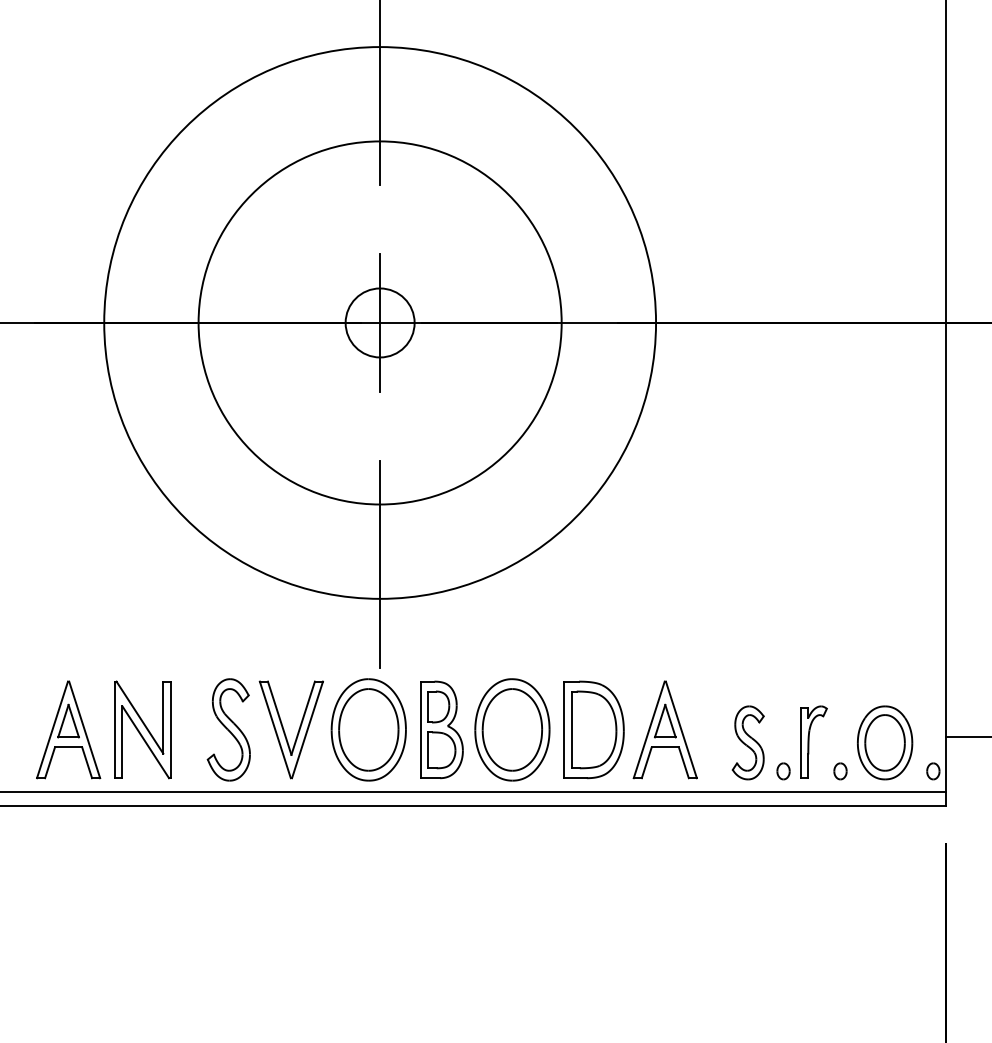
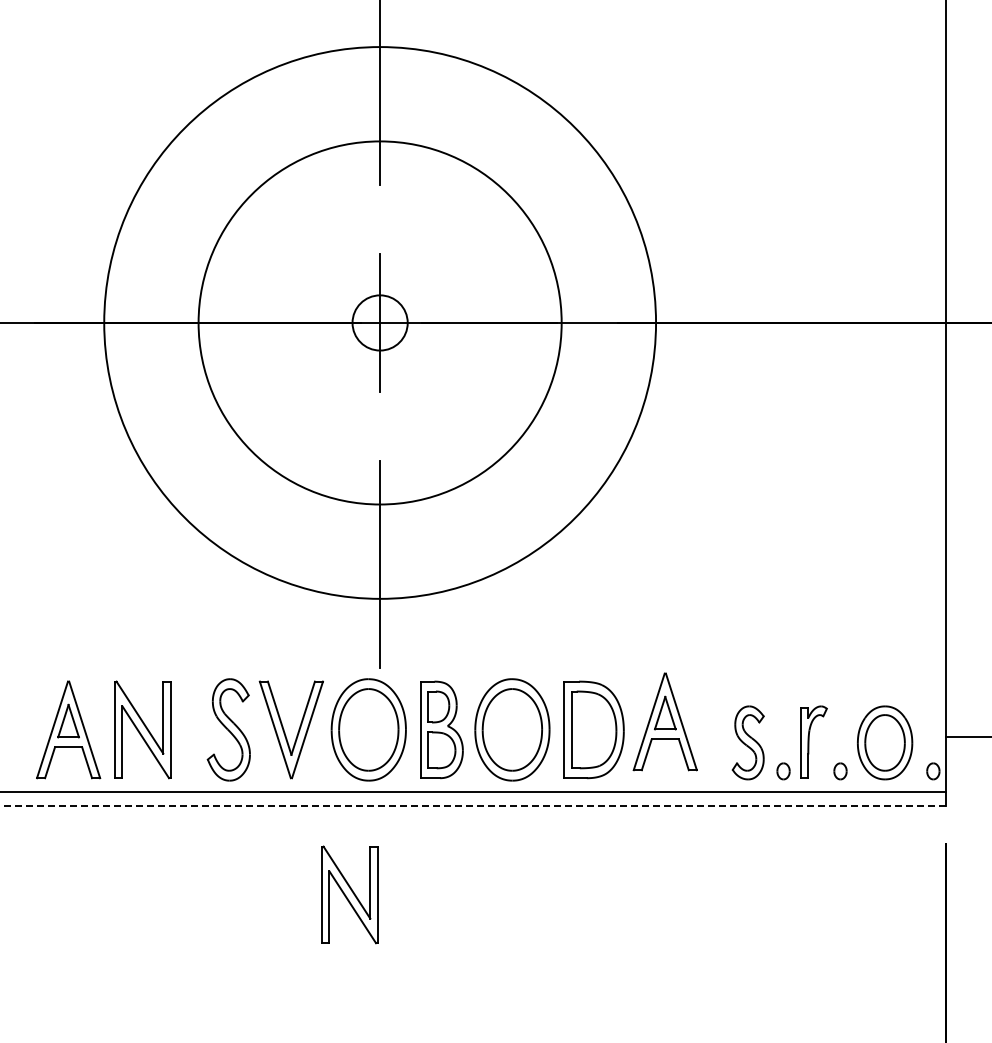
circle at (379, 322) diameter: 69 px -> 55 px
part at (664, 729) position: (664, 729) -> (664, 721)
line at (472, 805): solid -> dashed
part at (349, 894): none -> present
